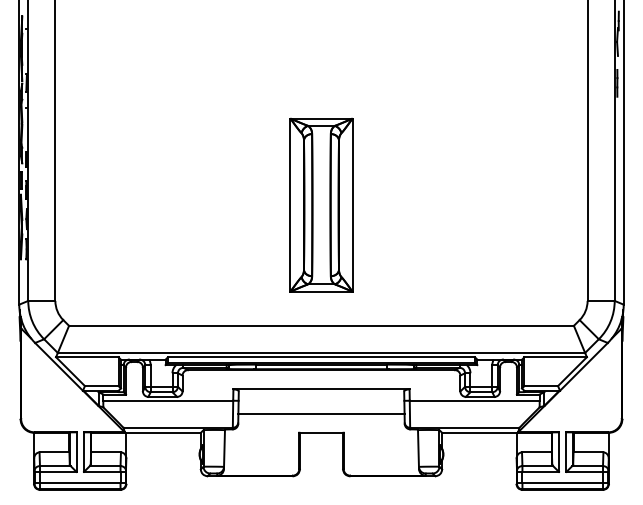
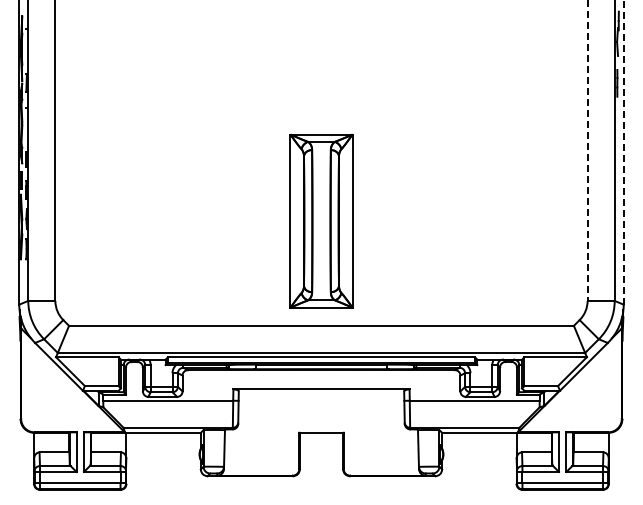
line at (587, 151): solid -> dashed
line at (623, 152): solid -> dashed
part at (321, 204) position: (321, 204) -> (321, 220)
line at (321, 413): present -> none
